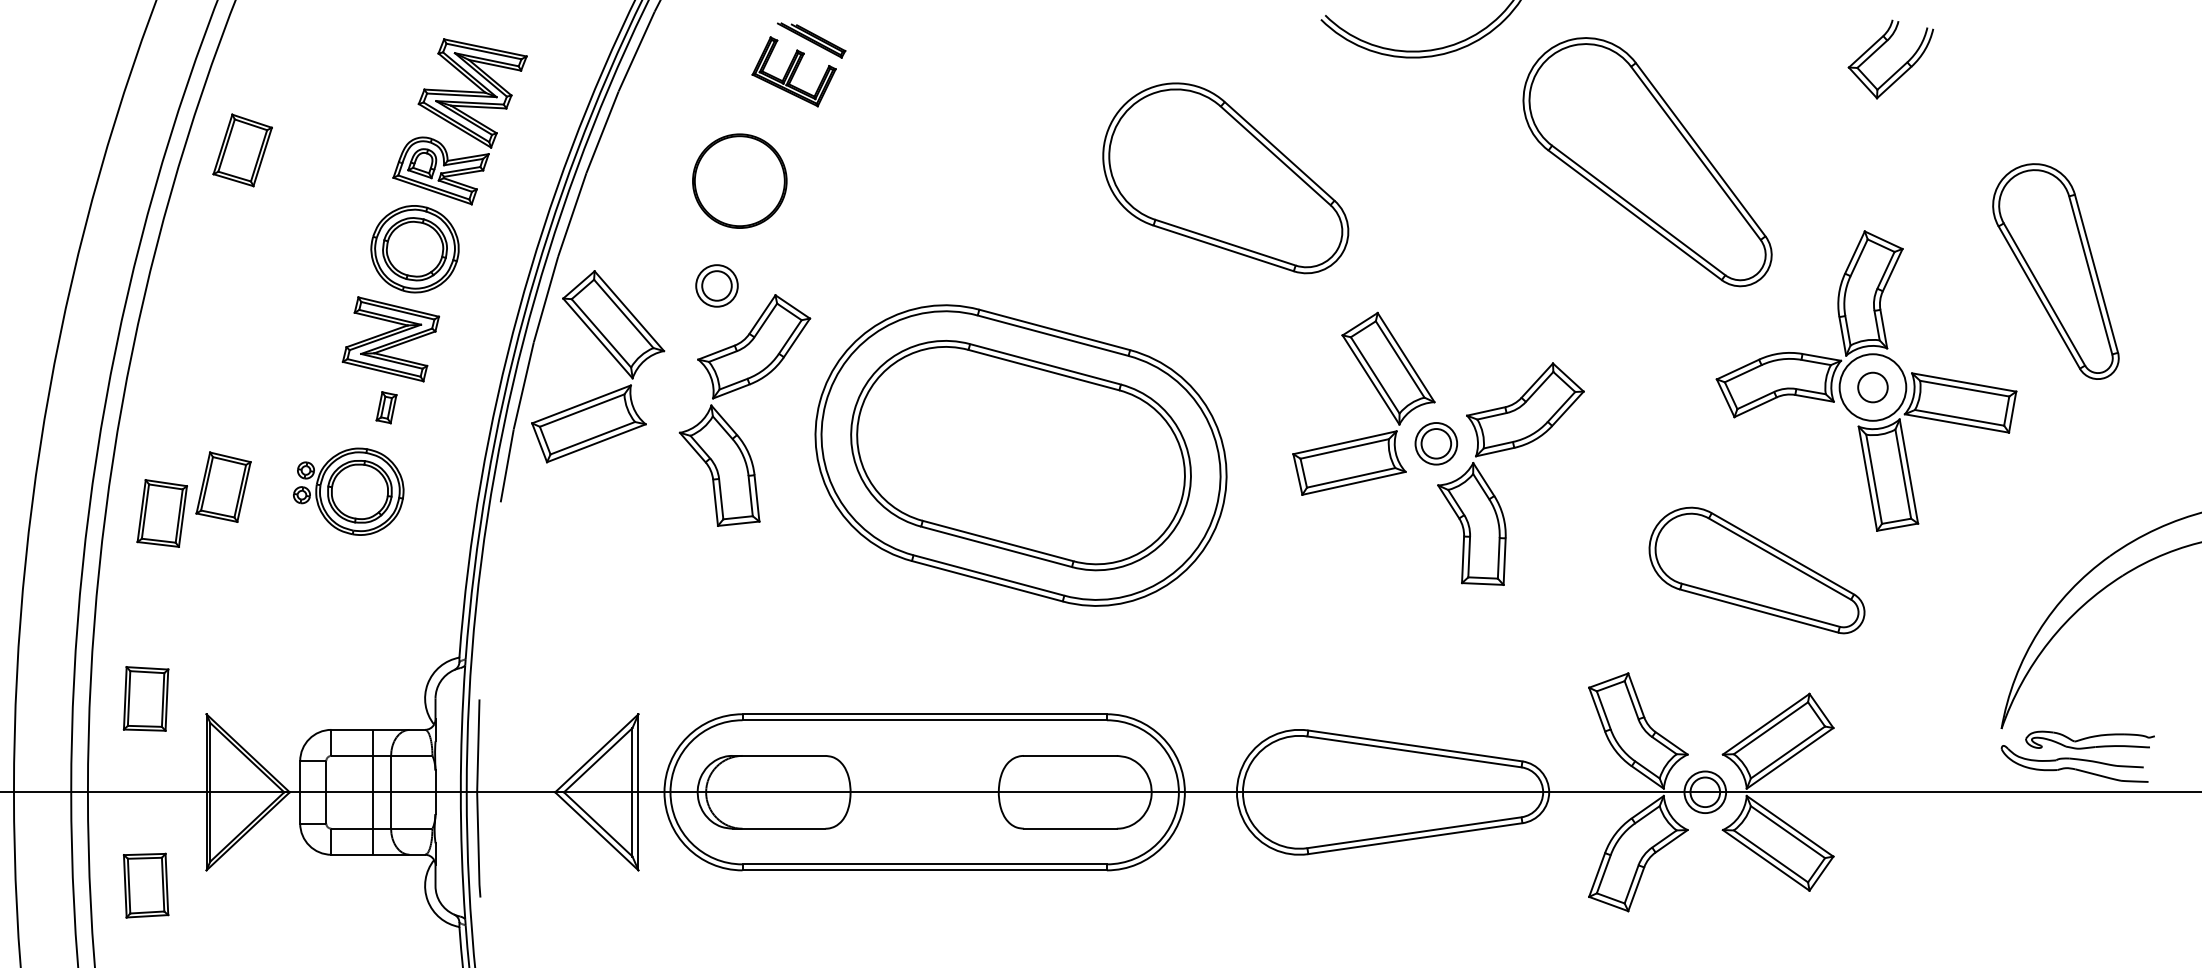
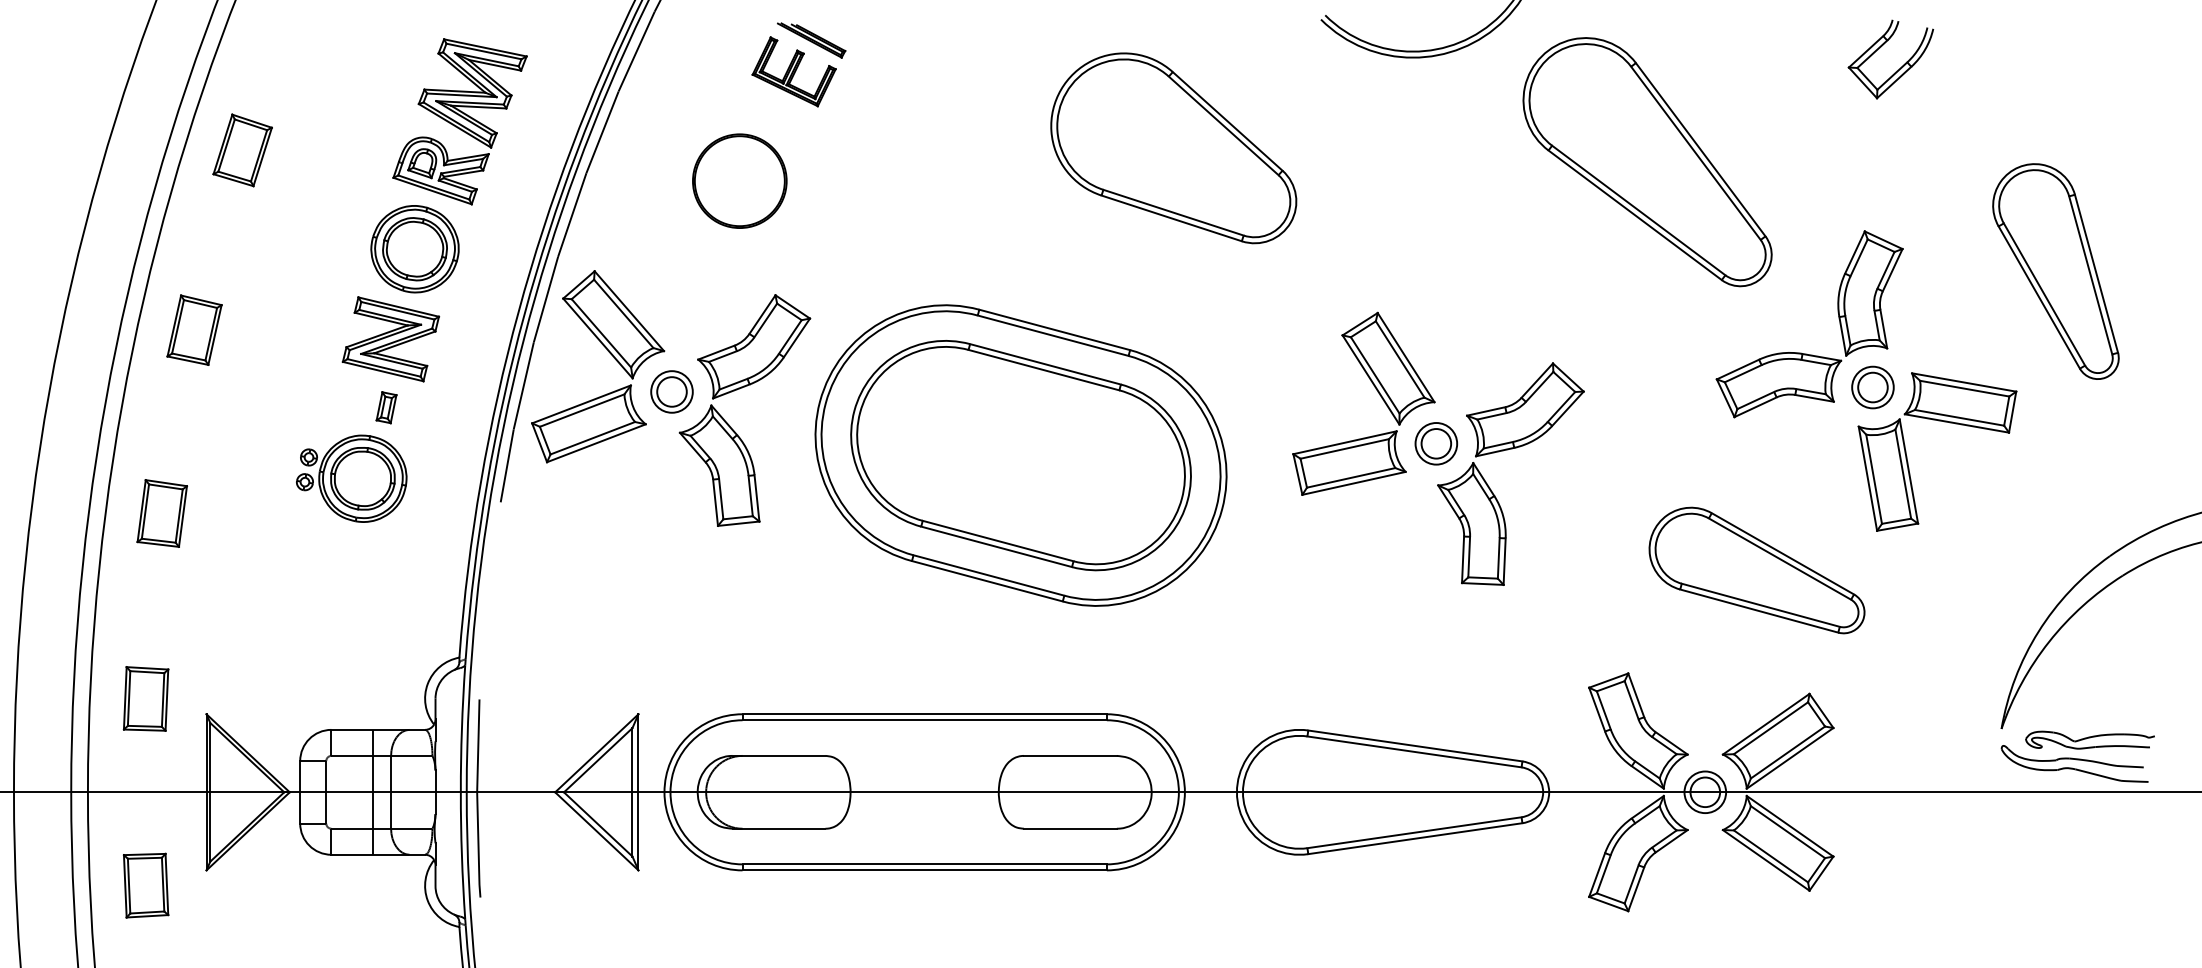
part at (1225, 178) position: (1225, 178) -> (1173, 148)
part at (716, 285) position: (716, 285) -> (671, 391)
circle at (1872, 387) diameter: 67 px -> 42 px
part at (223, 486) position: (223, 486) -> (194, 329)
part at (348, 491) position: (348, 491) -> (351, 478)
